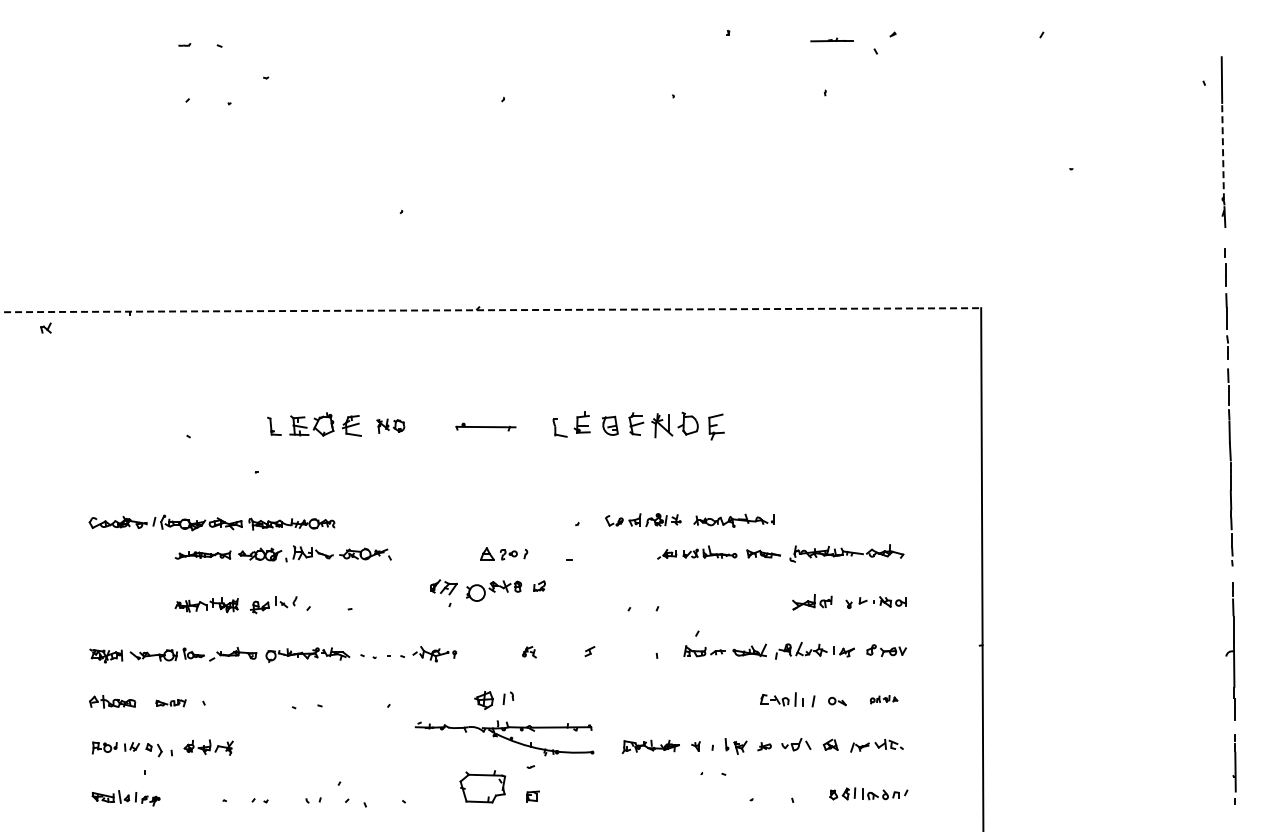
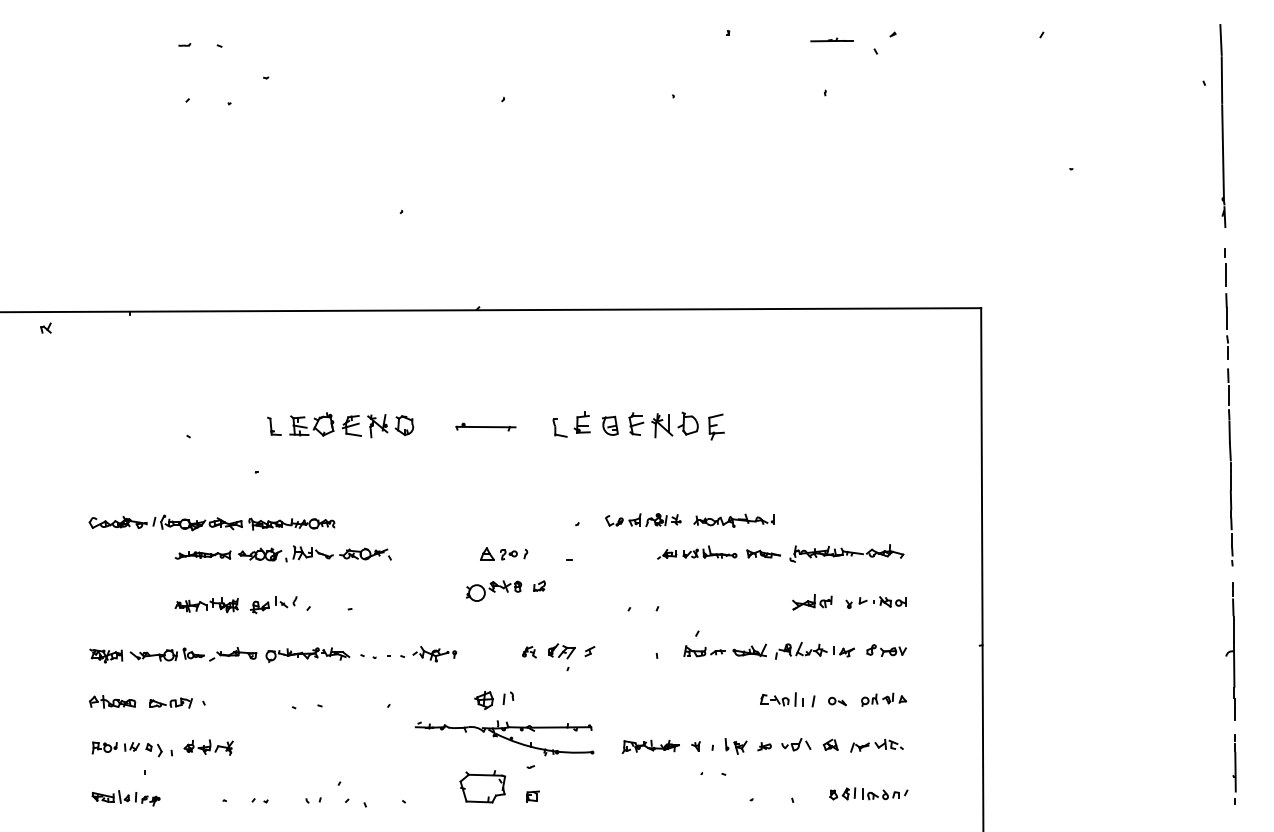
line at (1220, 39): none -> present
line at (1223, 153): dashed -> solid
line at (491, 310): dashed -> solid
part at (390, 425) size: 30x16 px -> 48x25 px
part at (443, 593) position: (443, 593) -> (561, 657)
part at (883, 699) size: 30x10 px -> 46x15 px
part at (170, 703) size: 32x9 px -> 44x12 px
